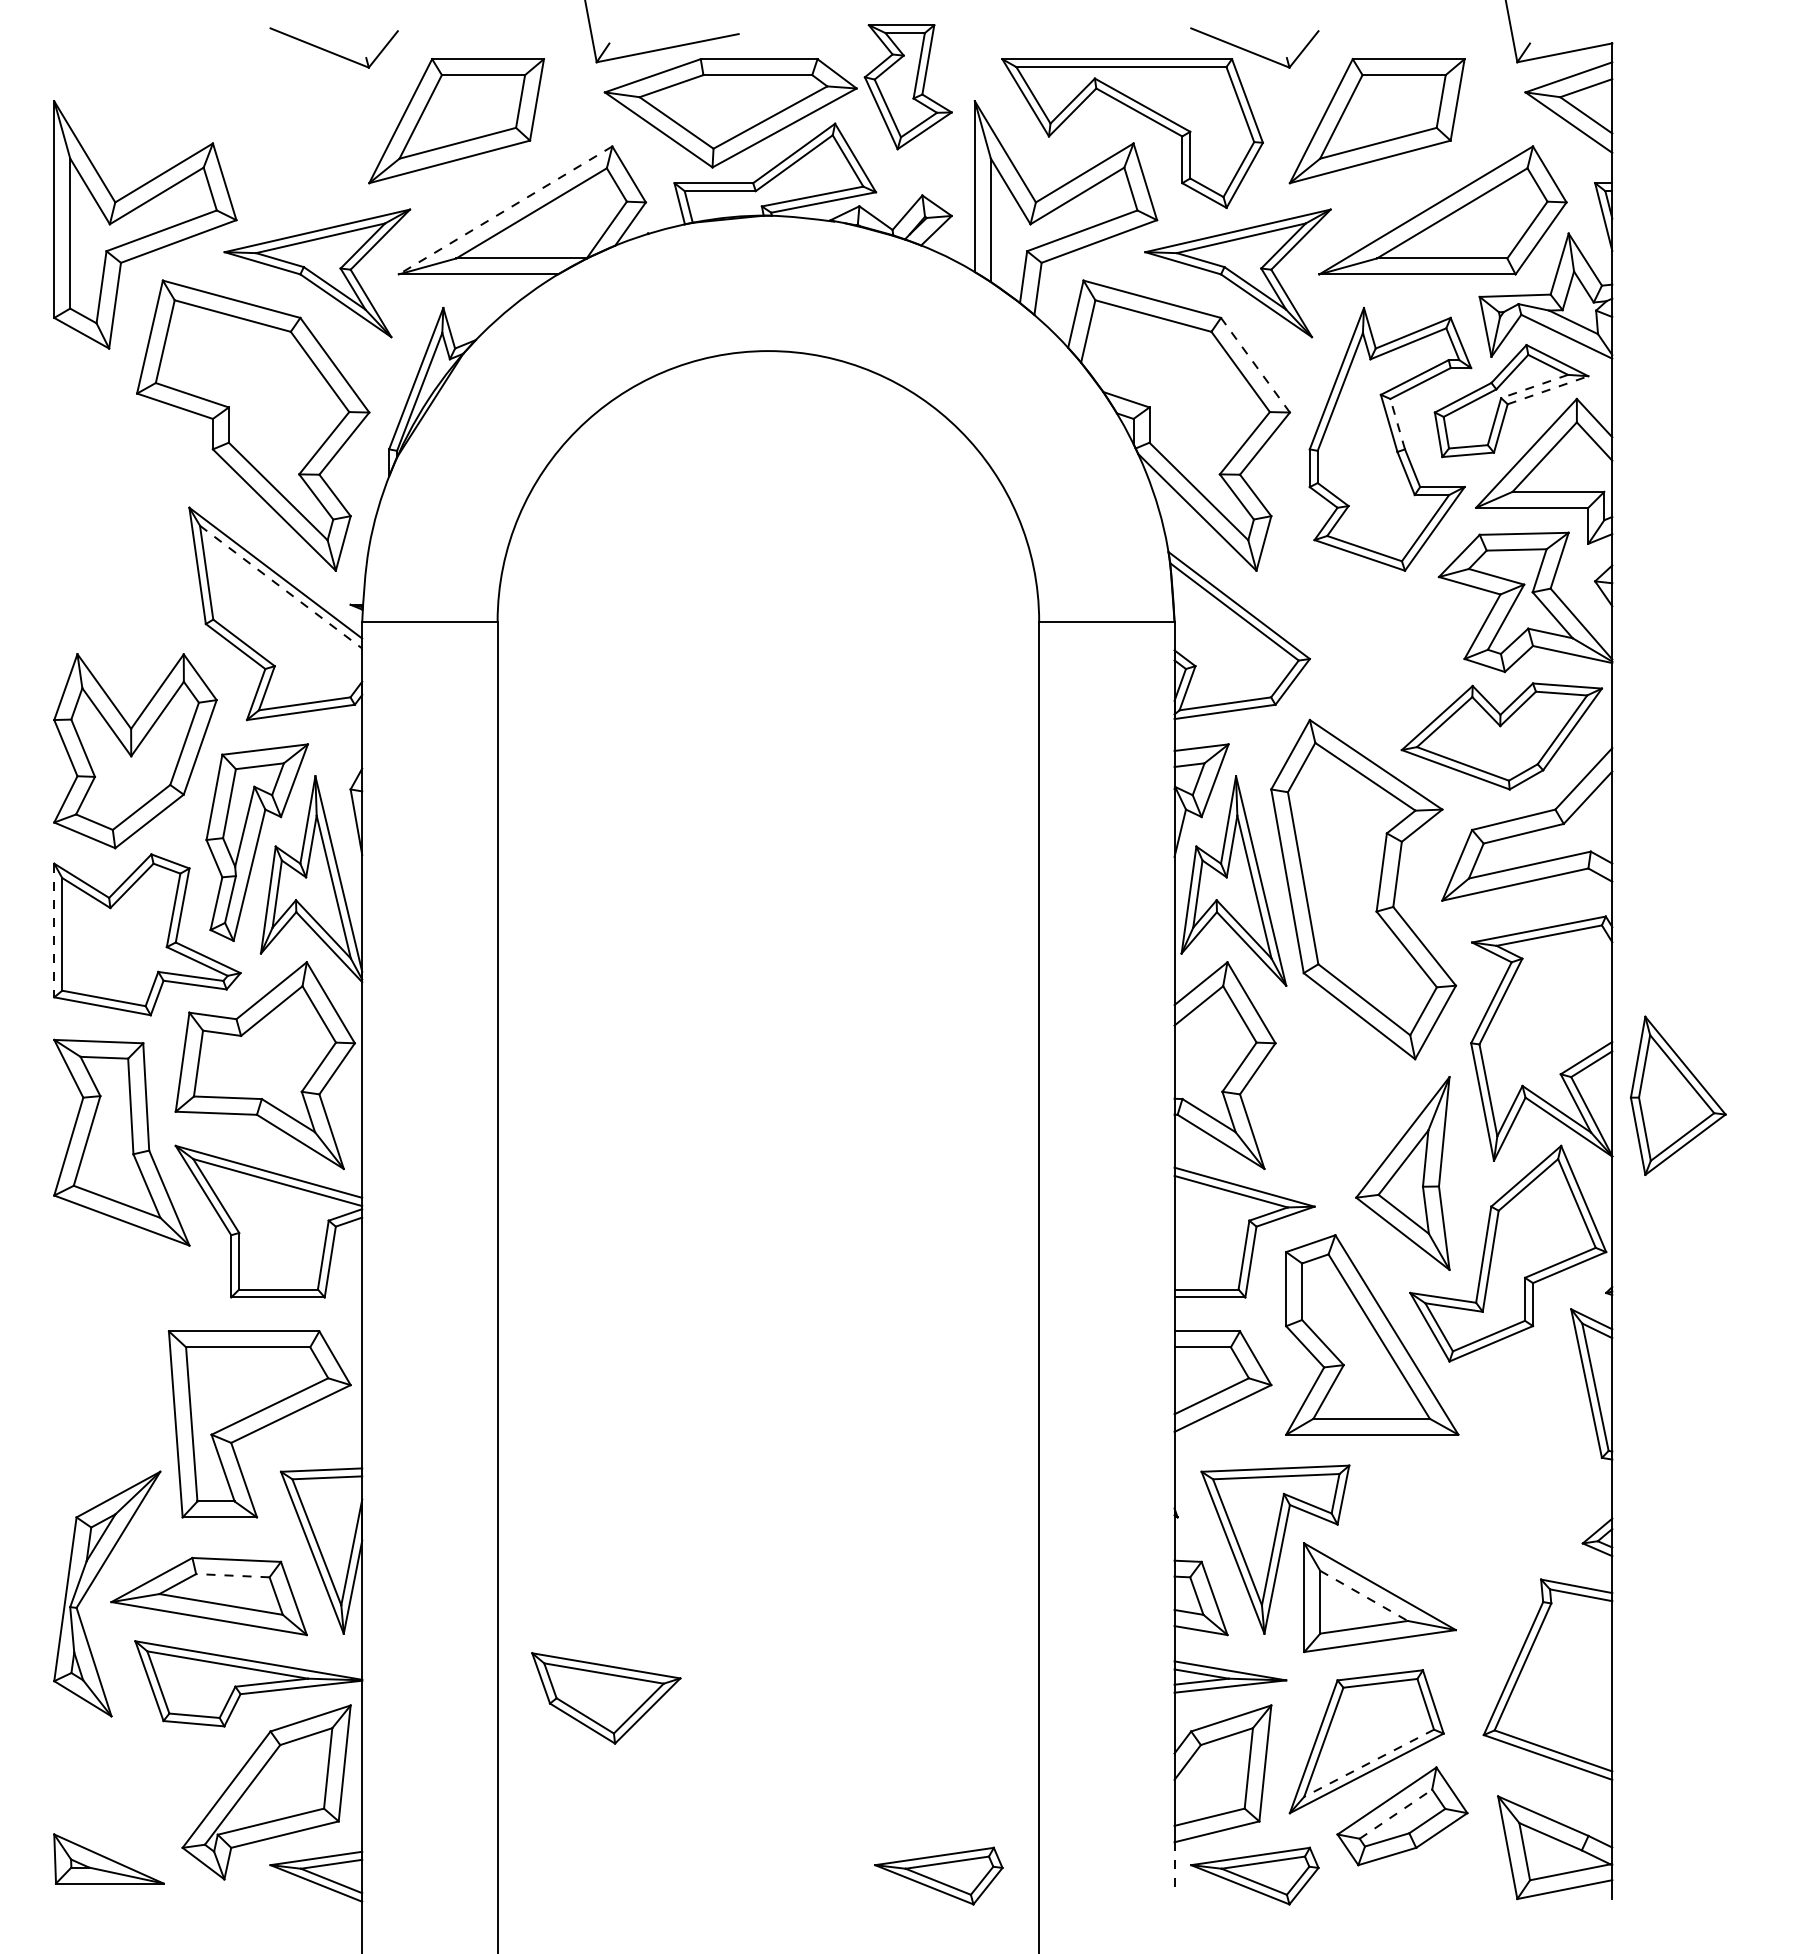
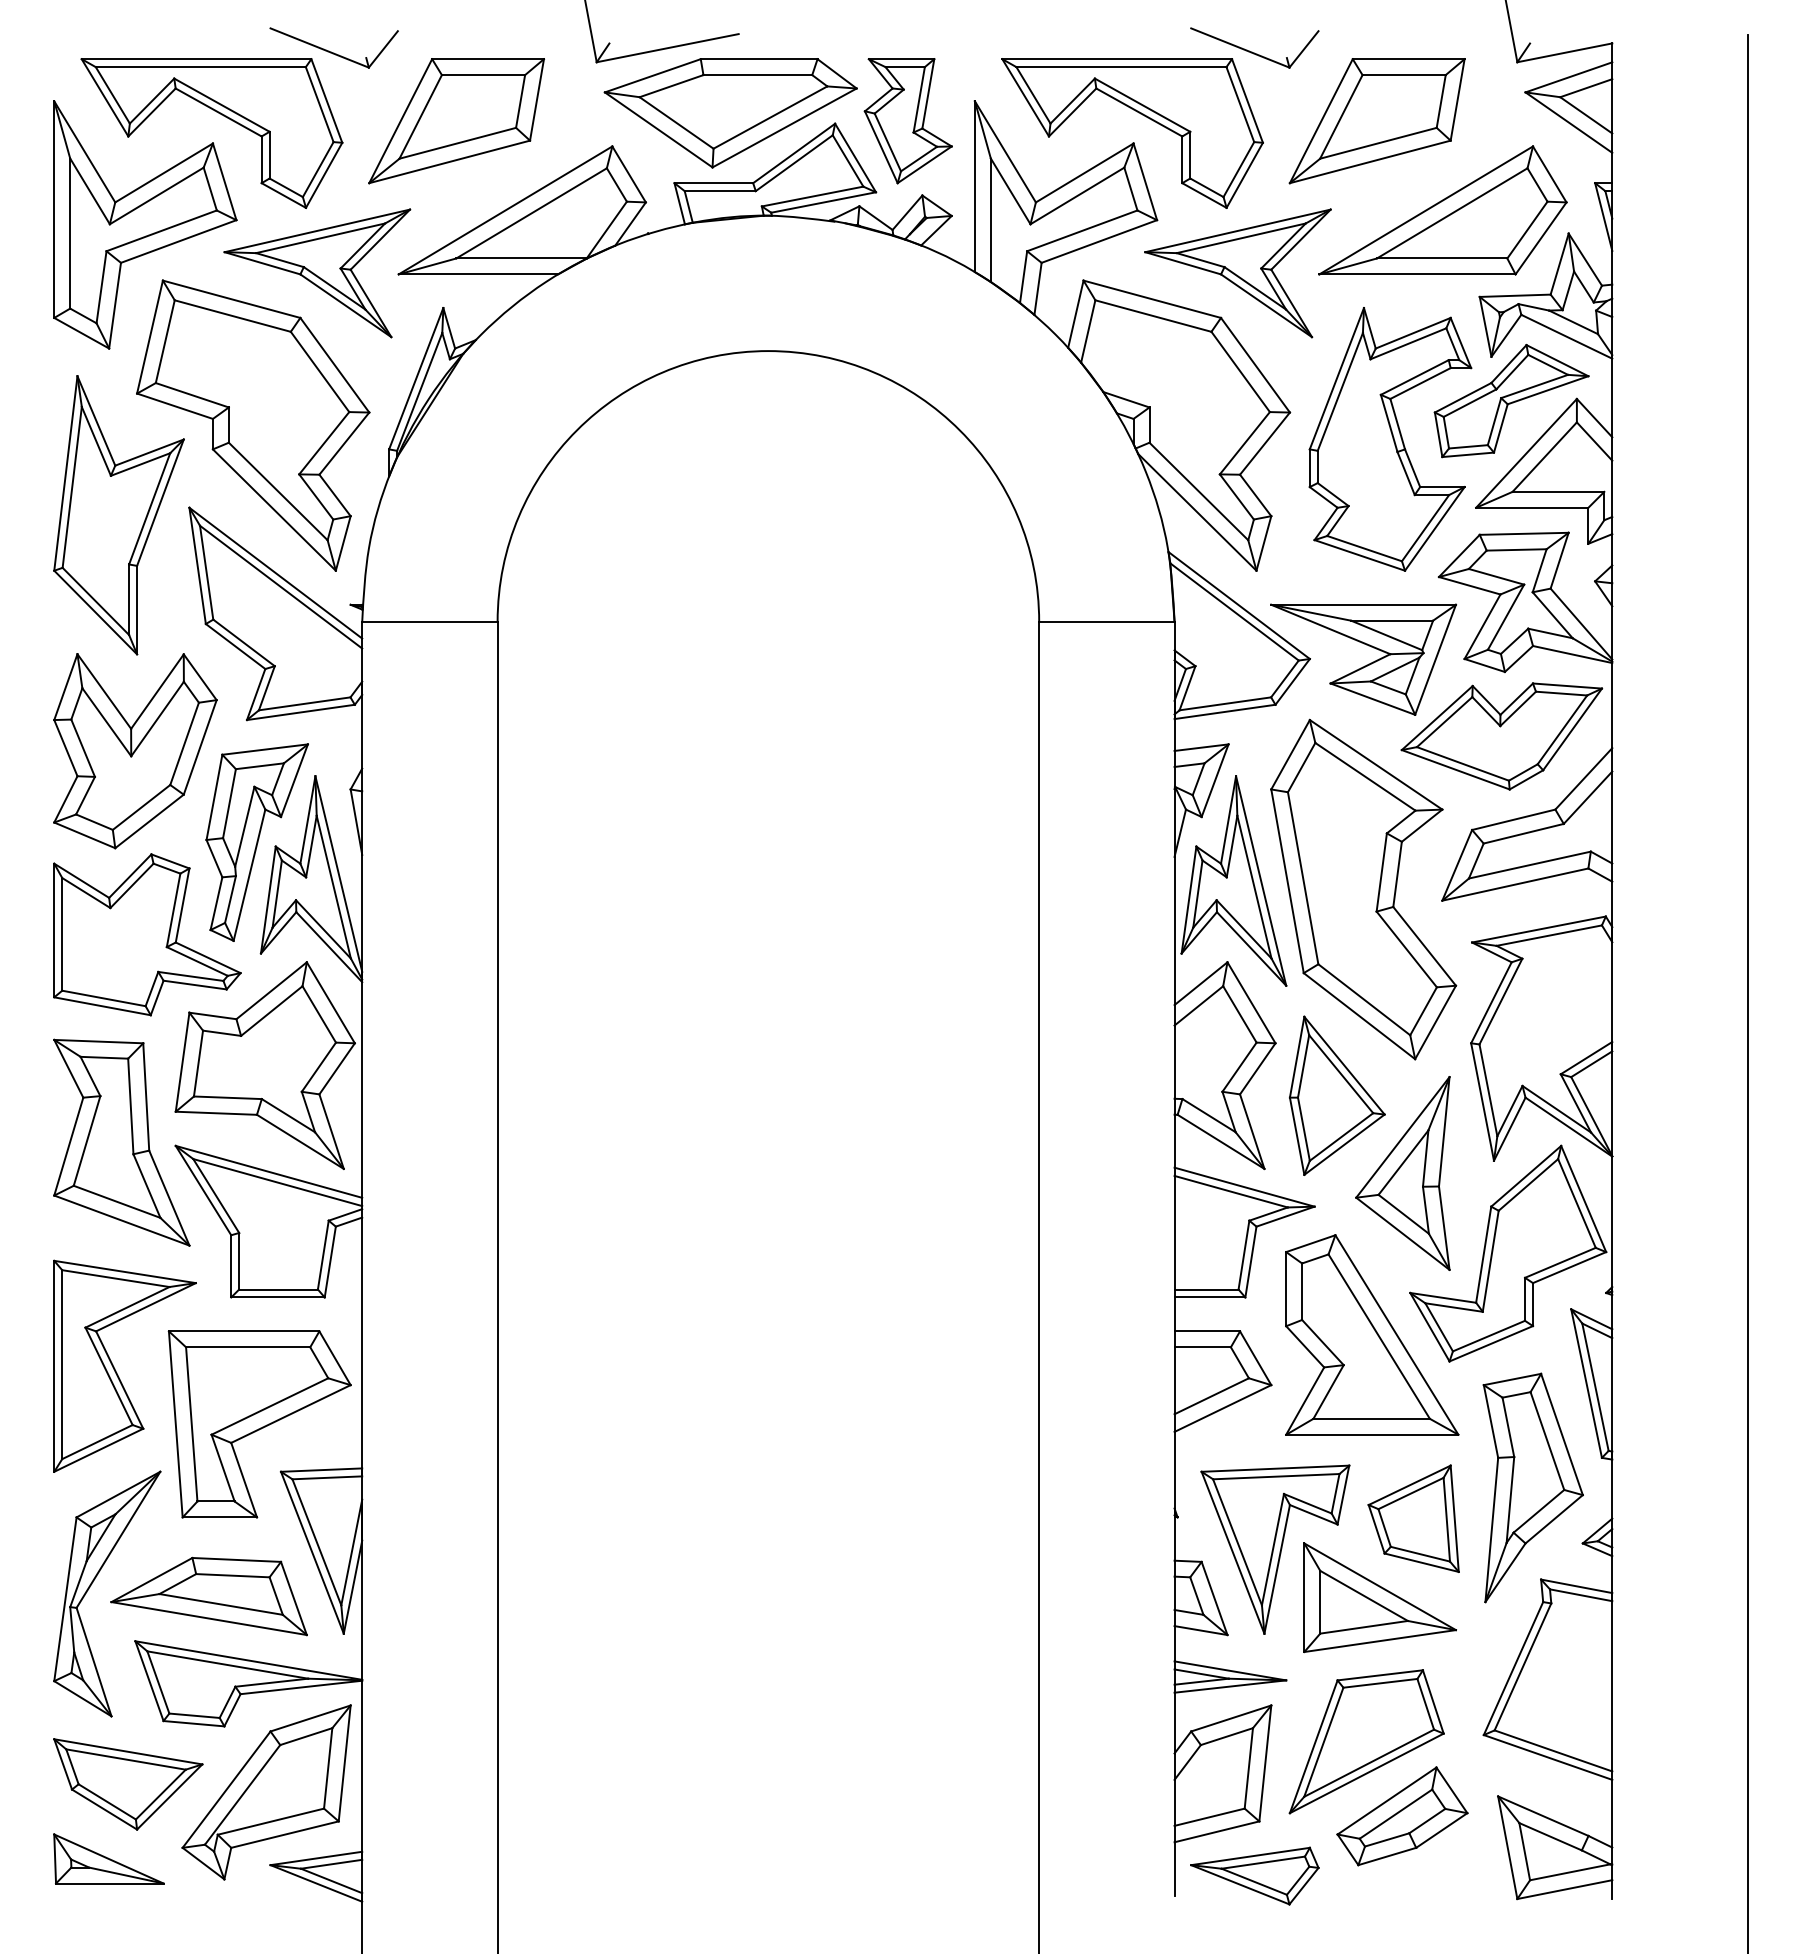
part at (907, 87) position: (907, 87) -> (907, 121)
part at (221, 115): none -> present
line at (505, 210): dashed -> solid
line at (1255, 365): dashed -> solid
line at (1534, 386): dashed -> solid
line at (1548, 390): dashed -> solid
line at (1397, 423): dashed -> solid
part at (118, 515): none -> present
line at (281, 587): dashed -> solid
part at (1363, 659): none -> present
line at (54, 930): dashed -> solid
line at (1747, 992): none -> present
part at (1678, 1095) position: (1678, 1095) -> (1337, 1095)
part at (116, 1370): none -> present
part at (1532, 1487): none -> present
part at (1413, 1518): none -> present
line at (232, 1575): dashed -> solid
line at (1364, 1596): dashed -> solid
part at (606, 1698) position: (606, 1698) -> (128, 1784)
line at (1368, 1763): dashed -> solid
line at (1395, 1814): dashed -> solid
line at (1174, 1869): dashed -> solid
part at (938, 1875): present -> none
